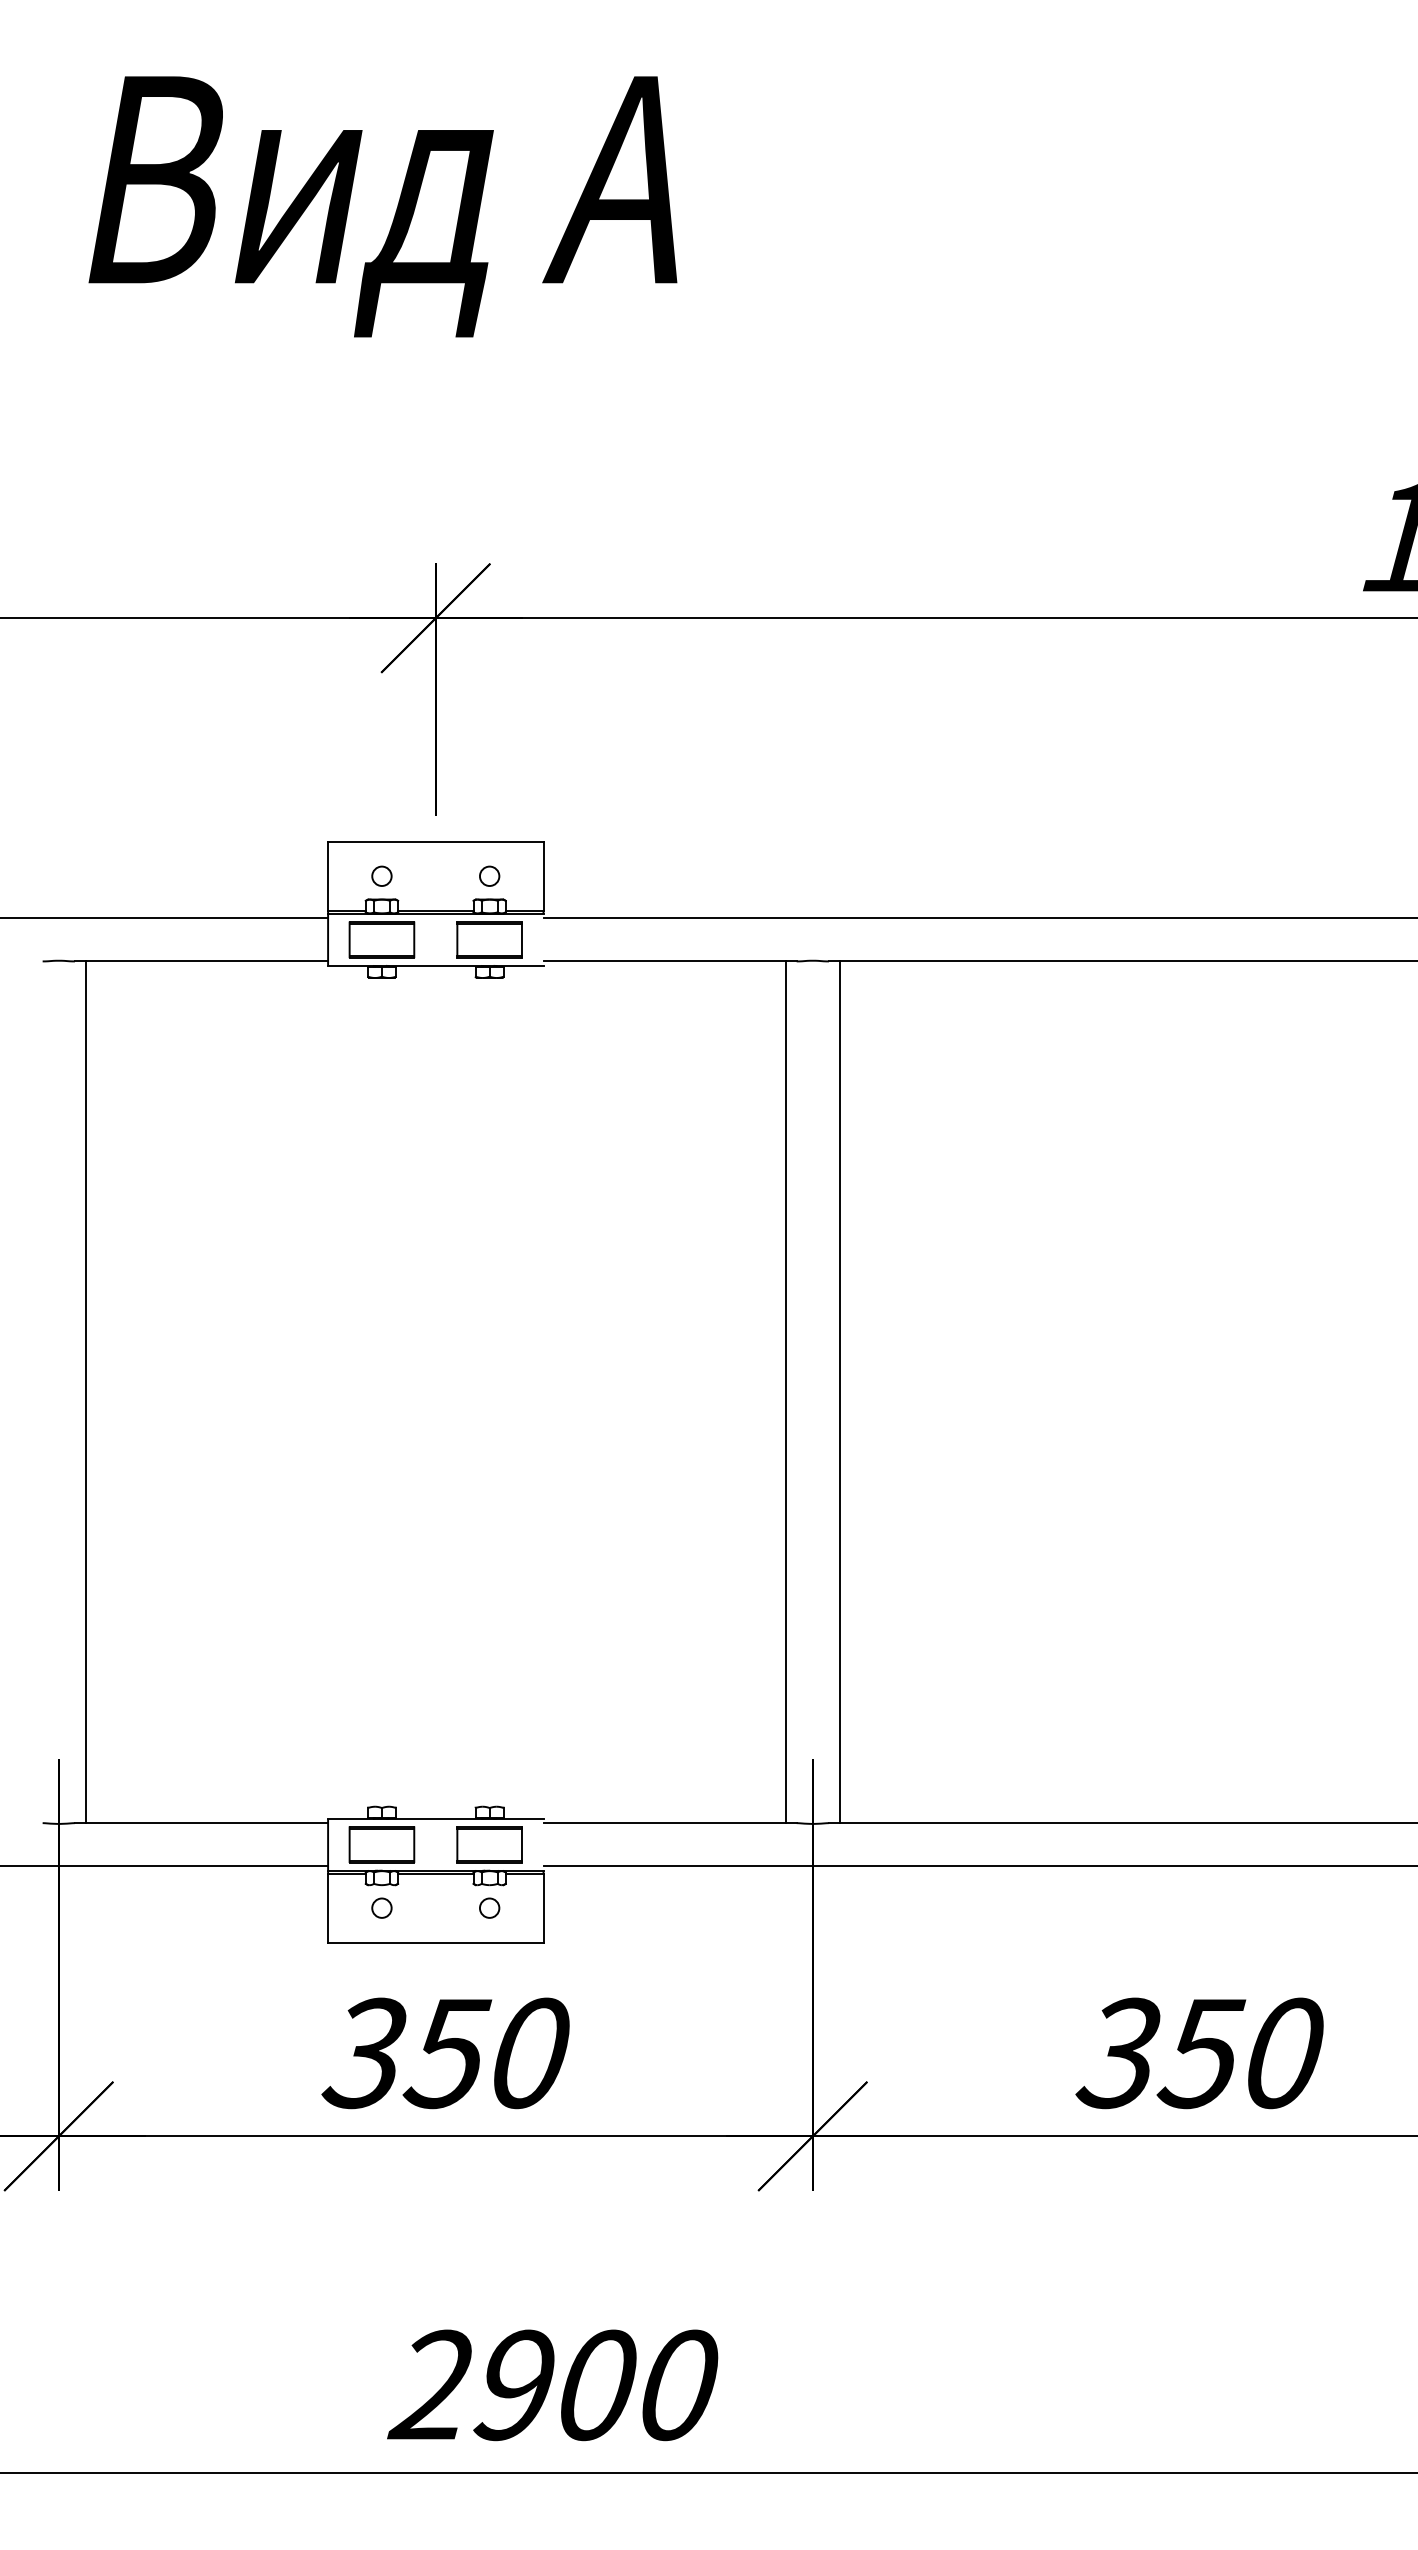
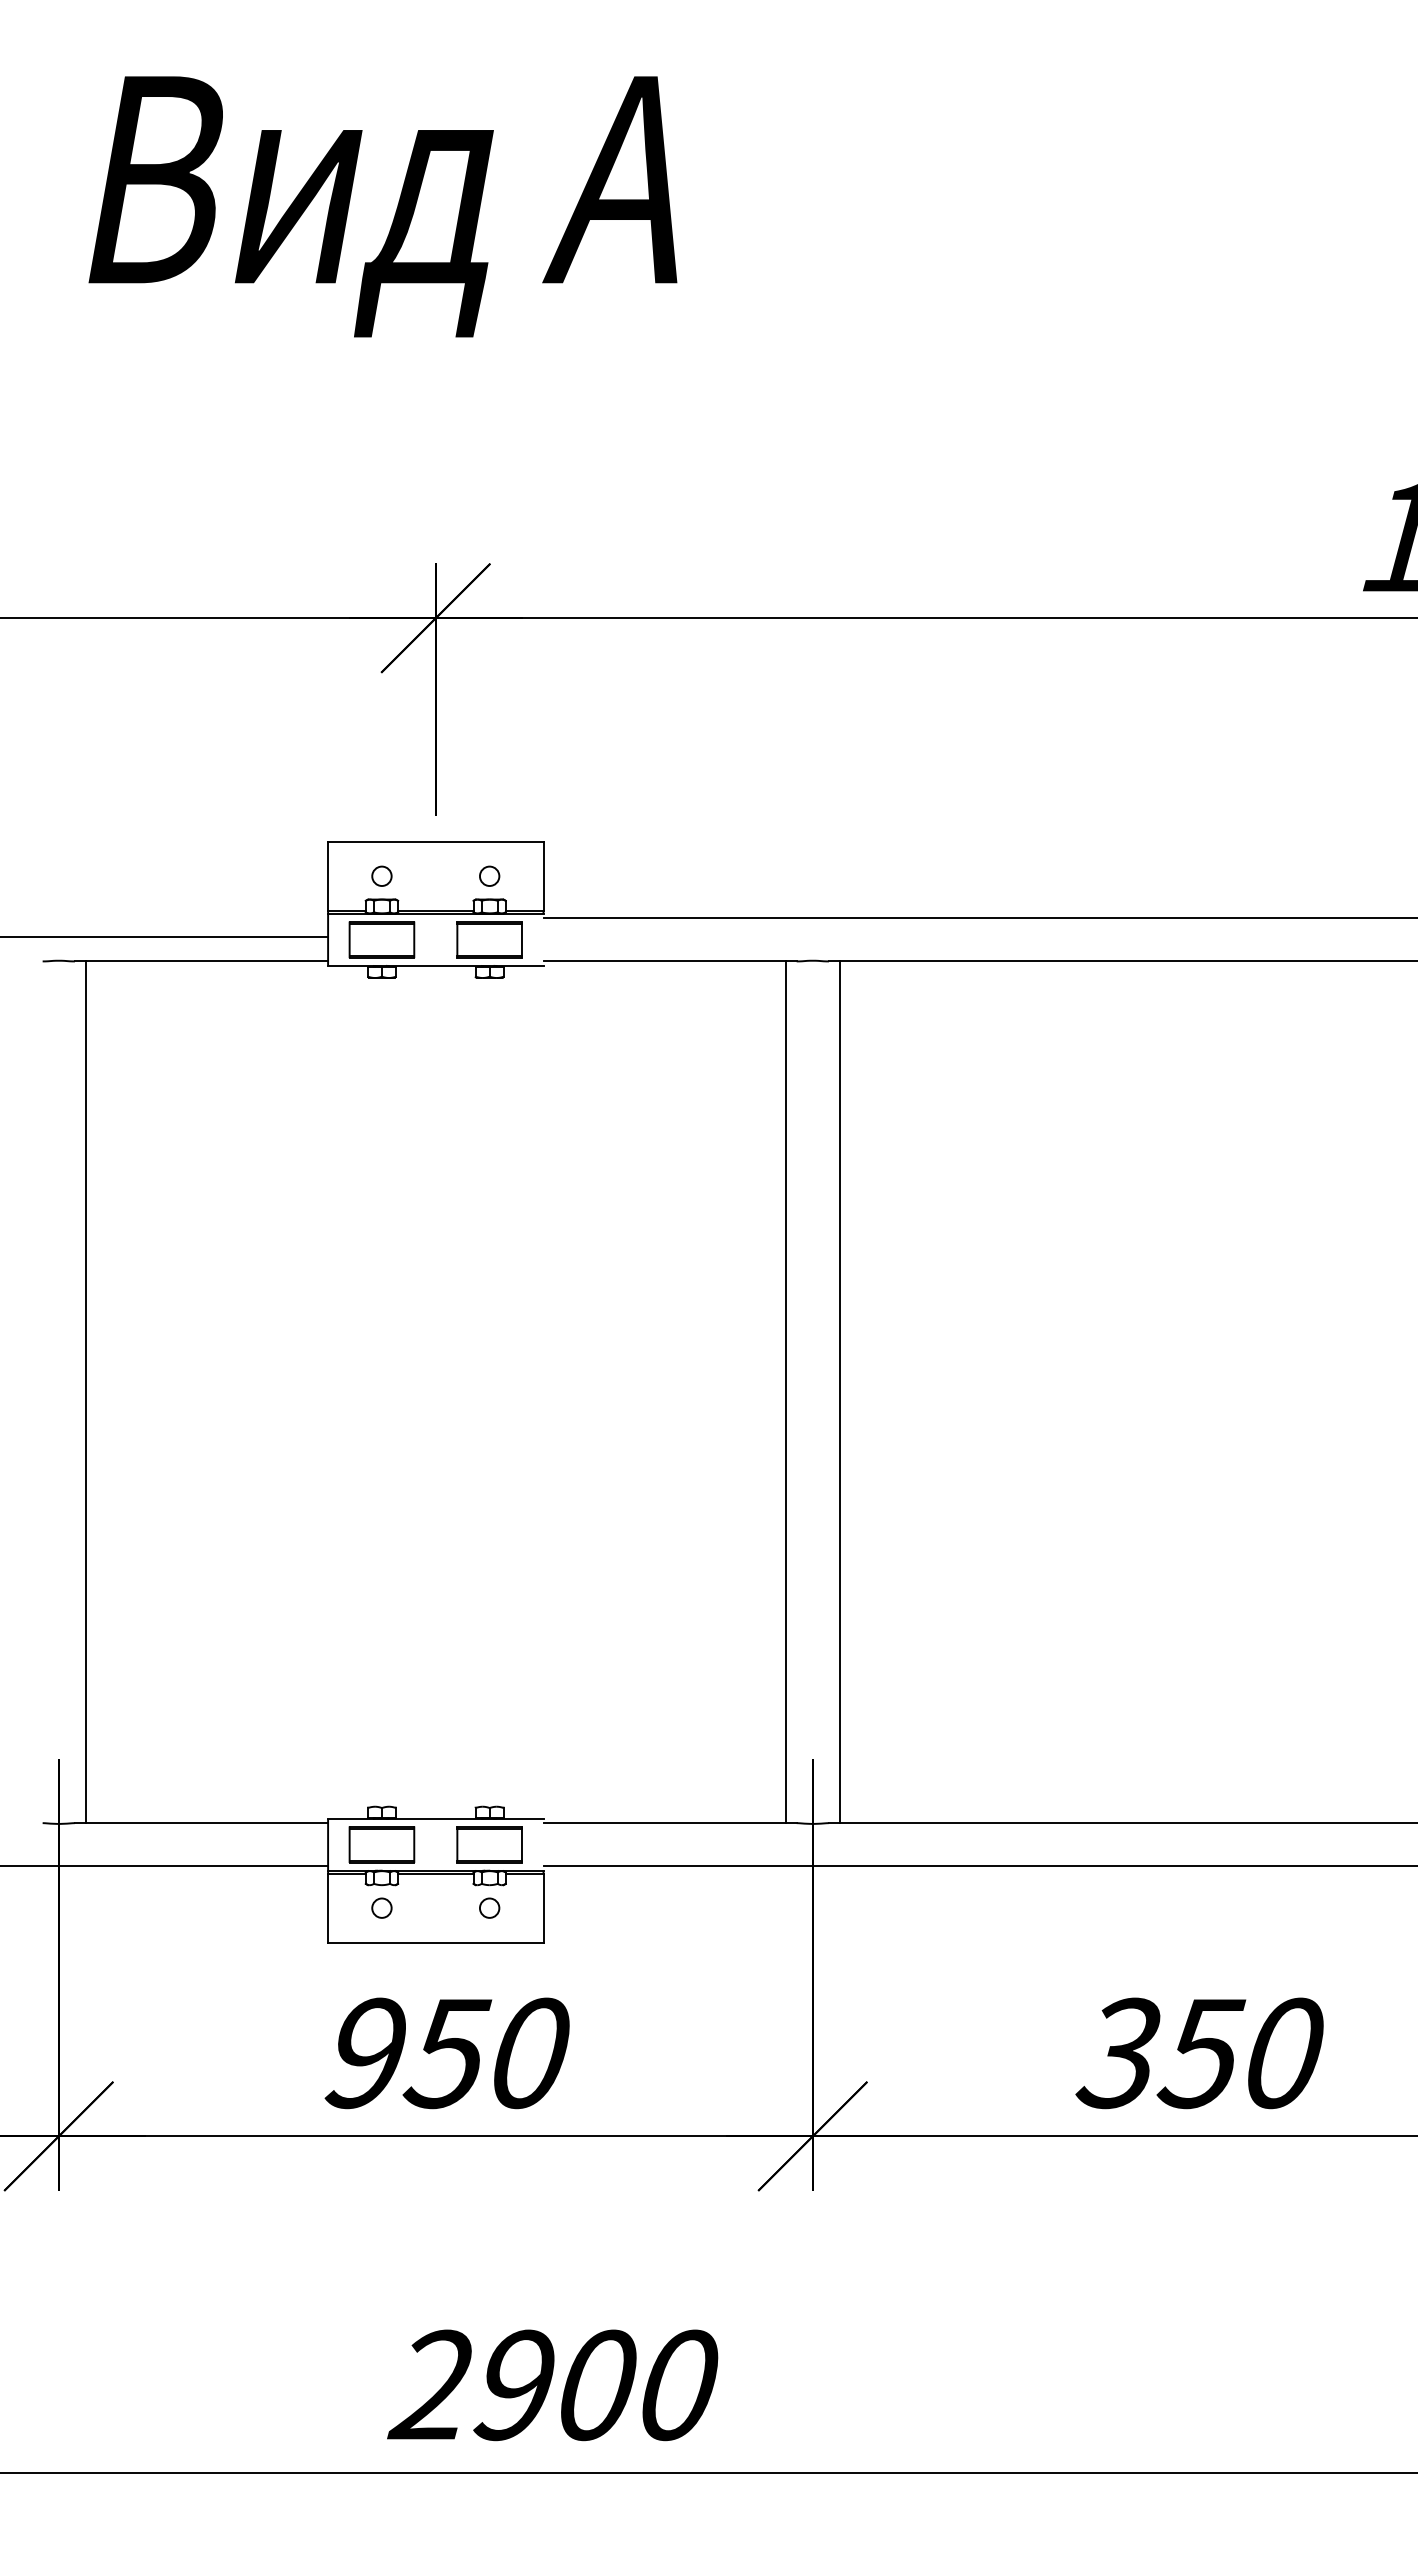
line at (165, 918) position: (165, 918) -> (165, 937)
text at (363, 2053): 350 -> 950
